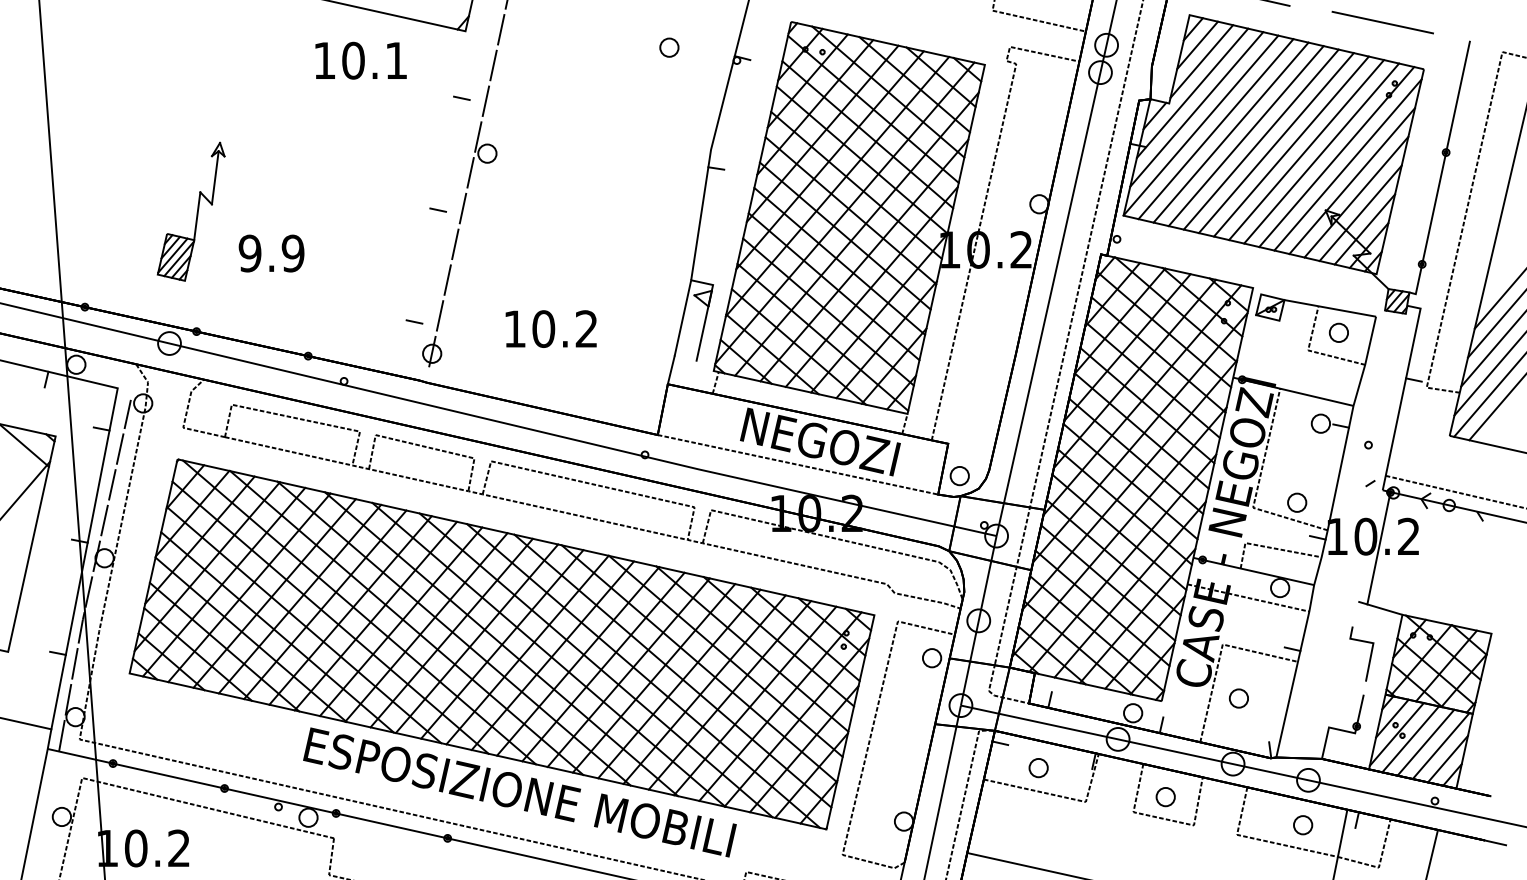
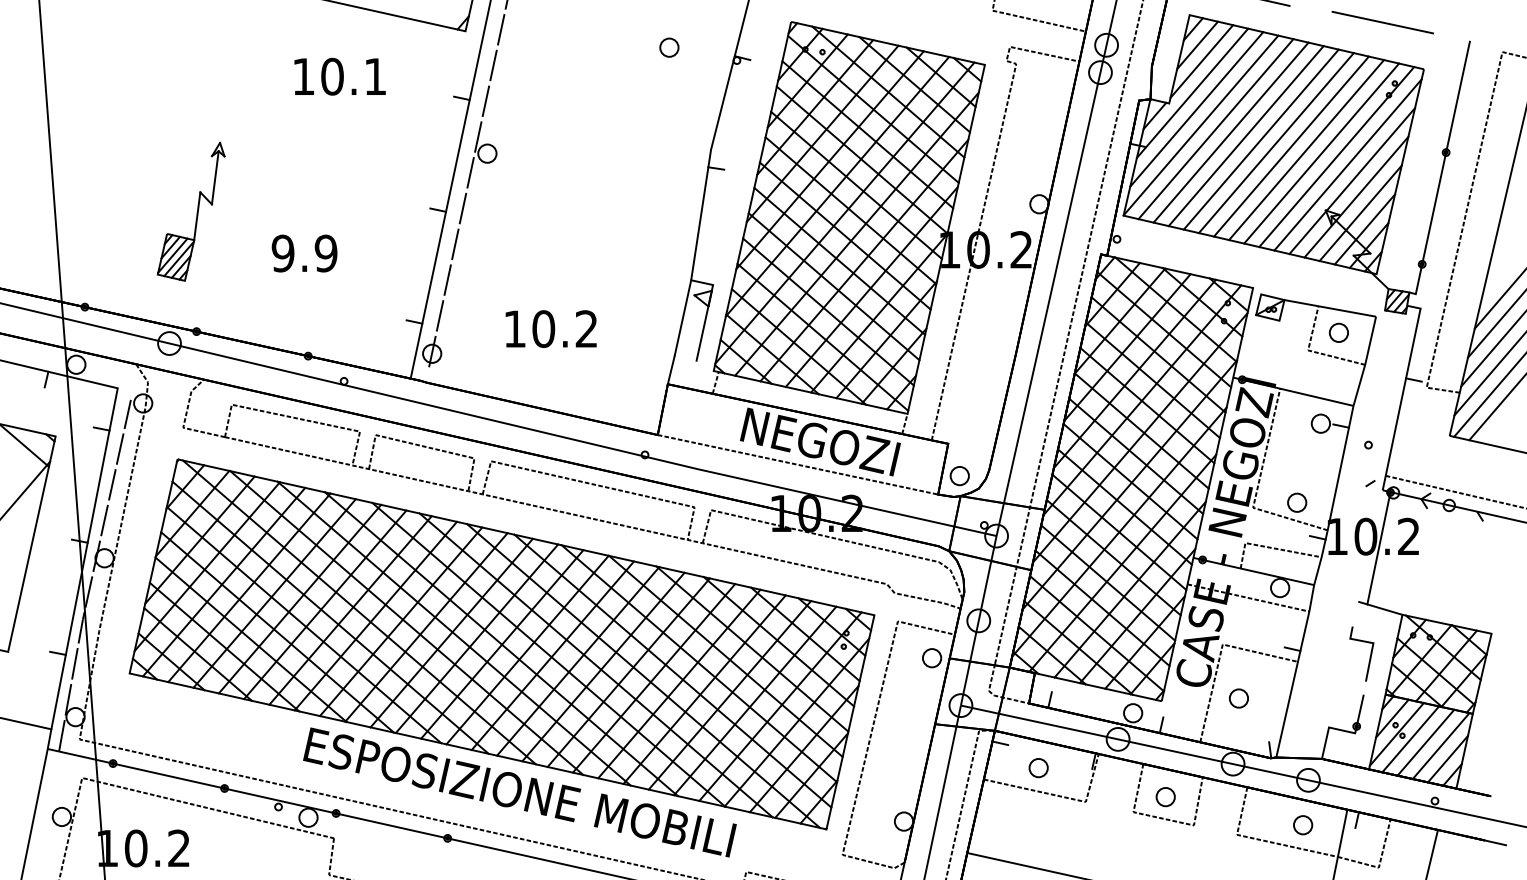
text at (360, 60) position: (360, 60) -> (339, 76)
line at (450, 190): none -> present
text at (271, 253) position: (271, 253) -> (304, 253)
